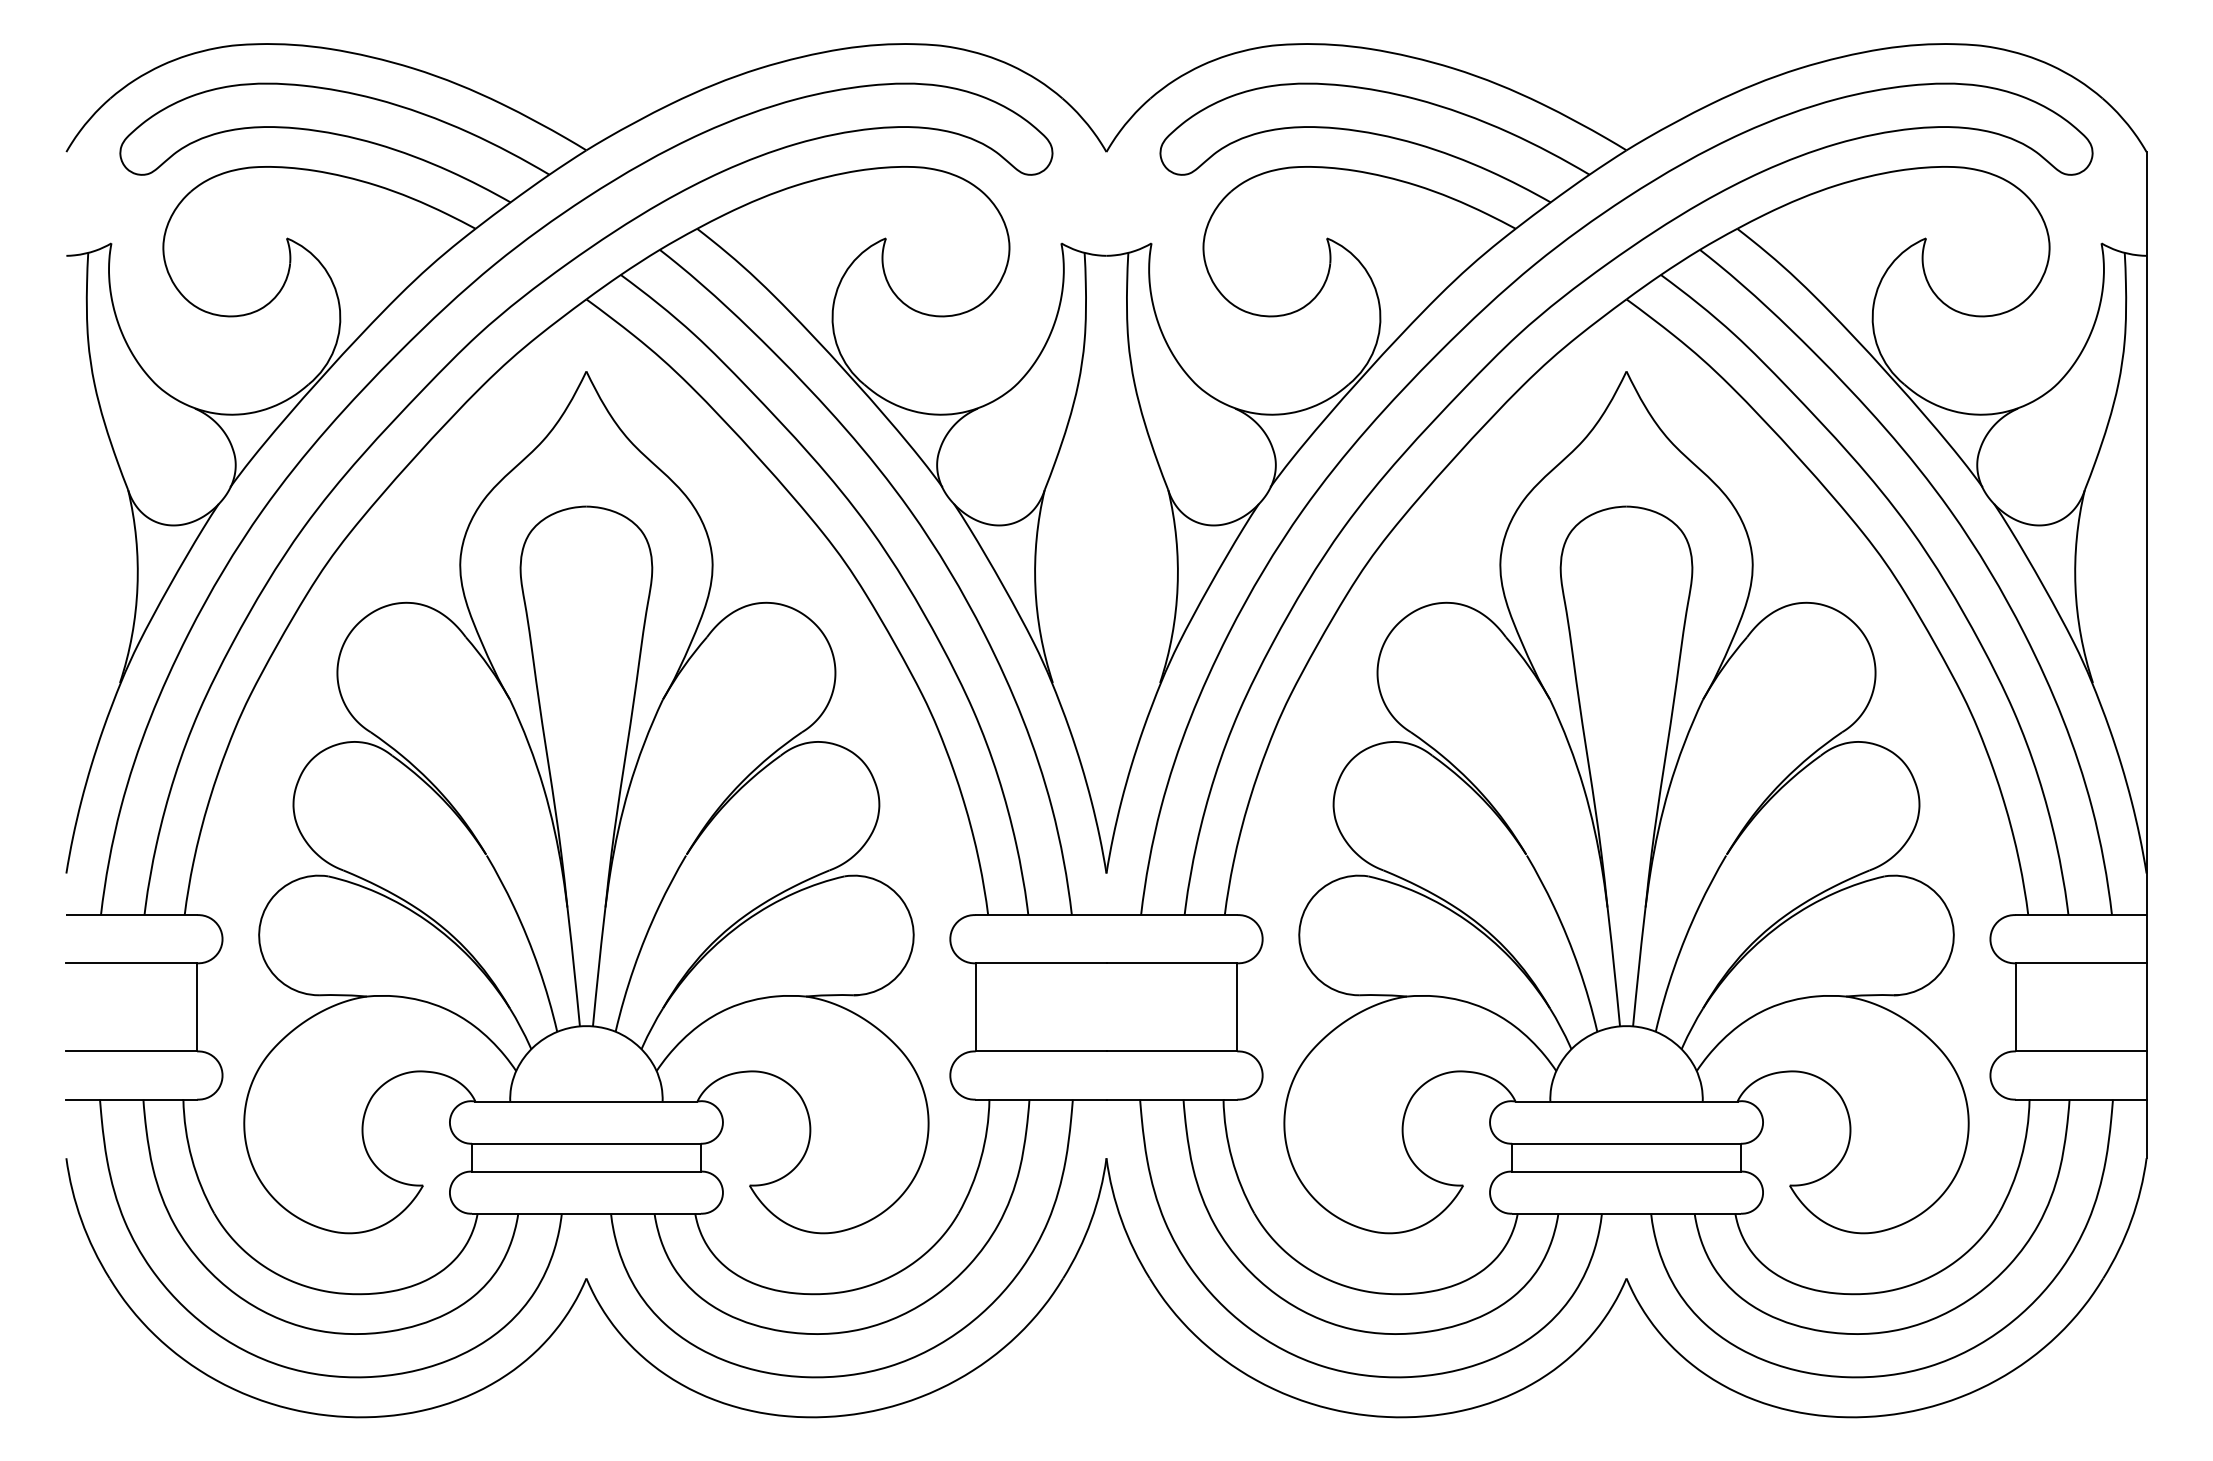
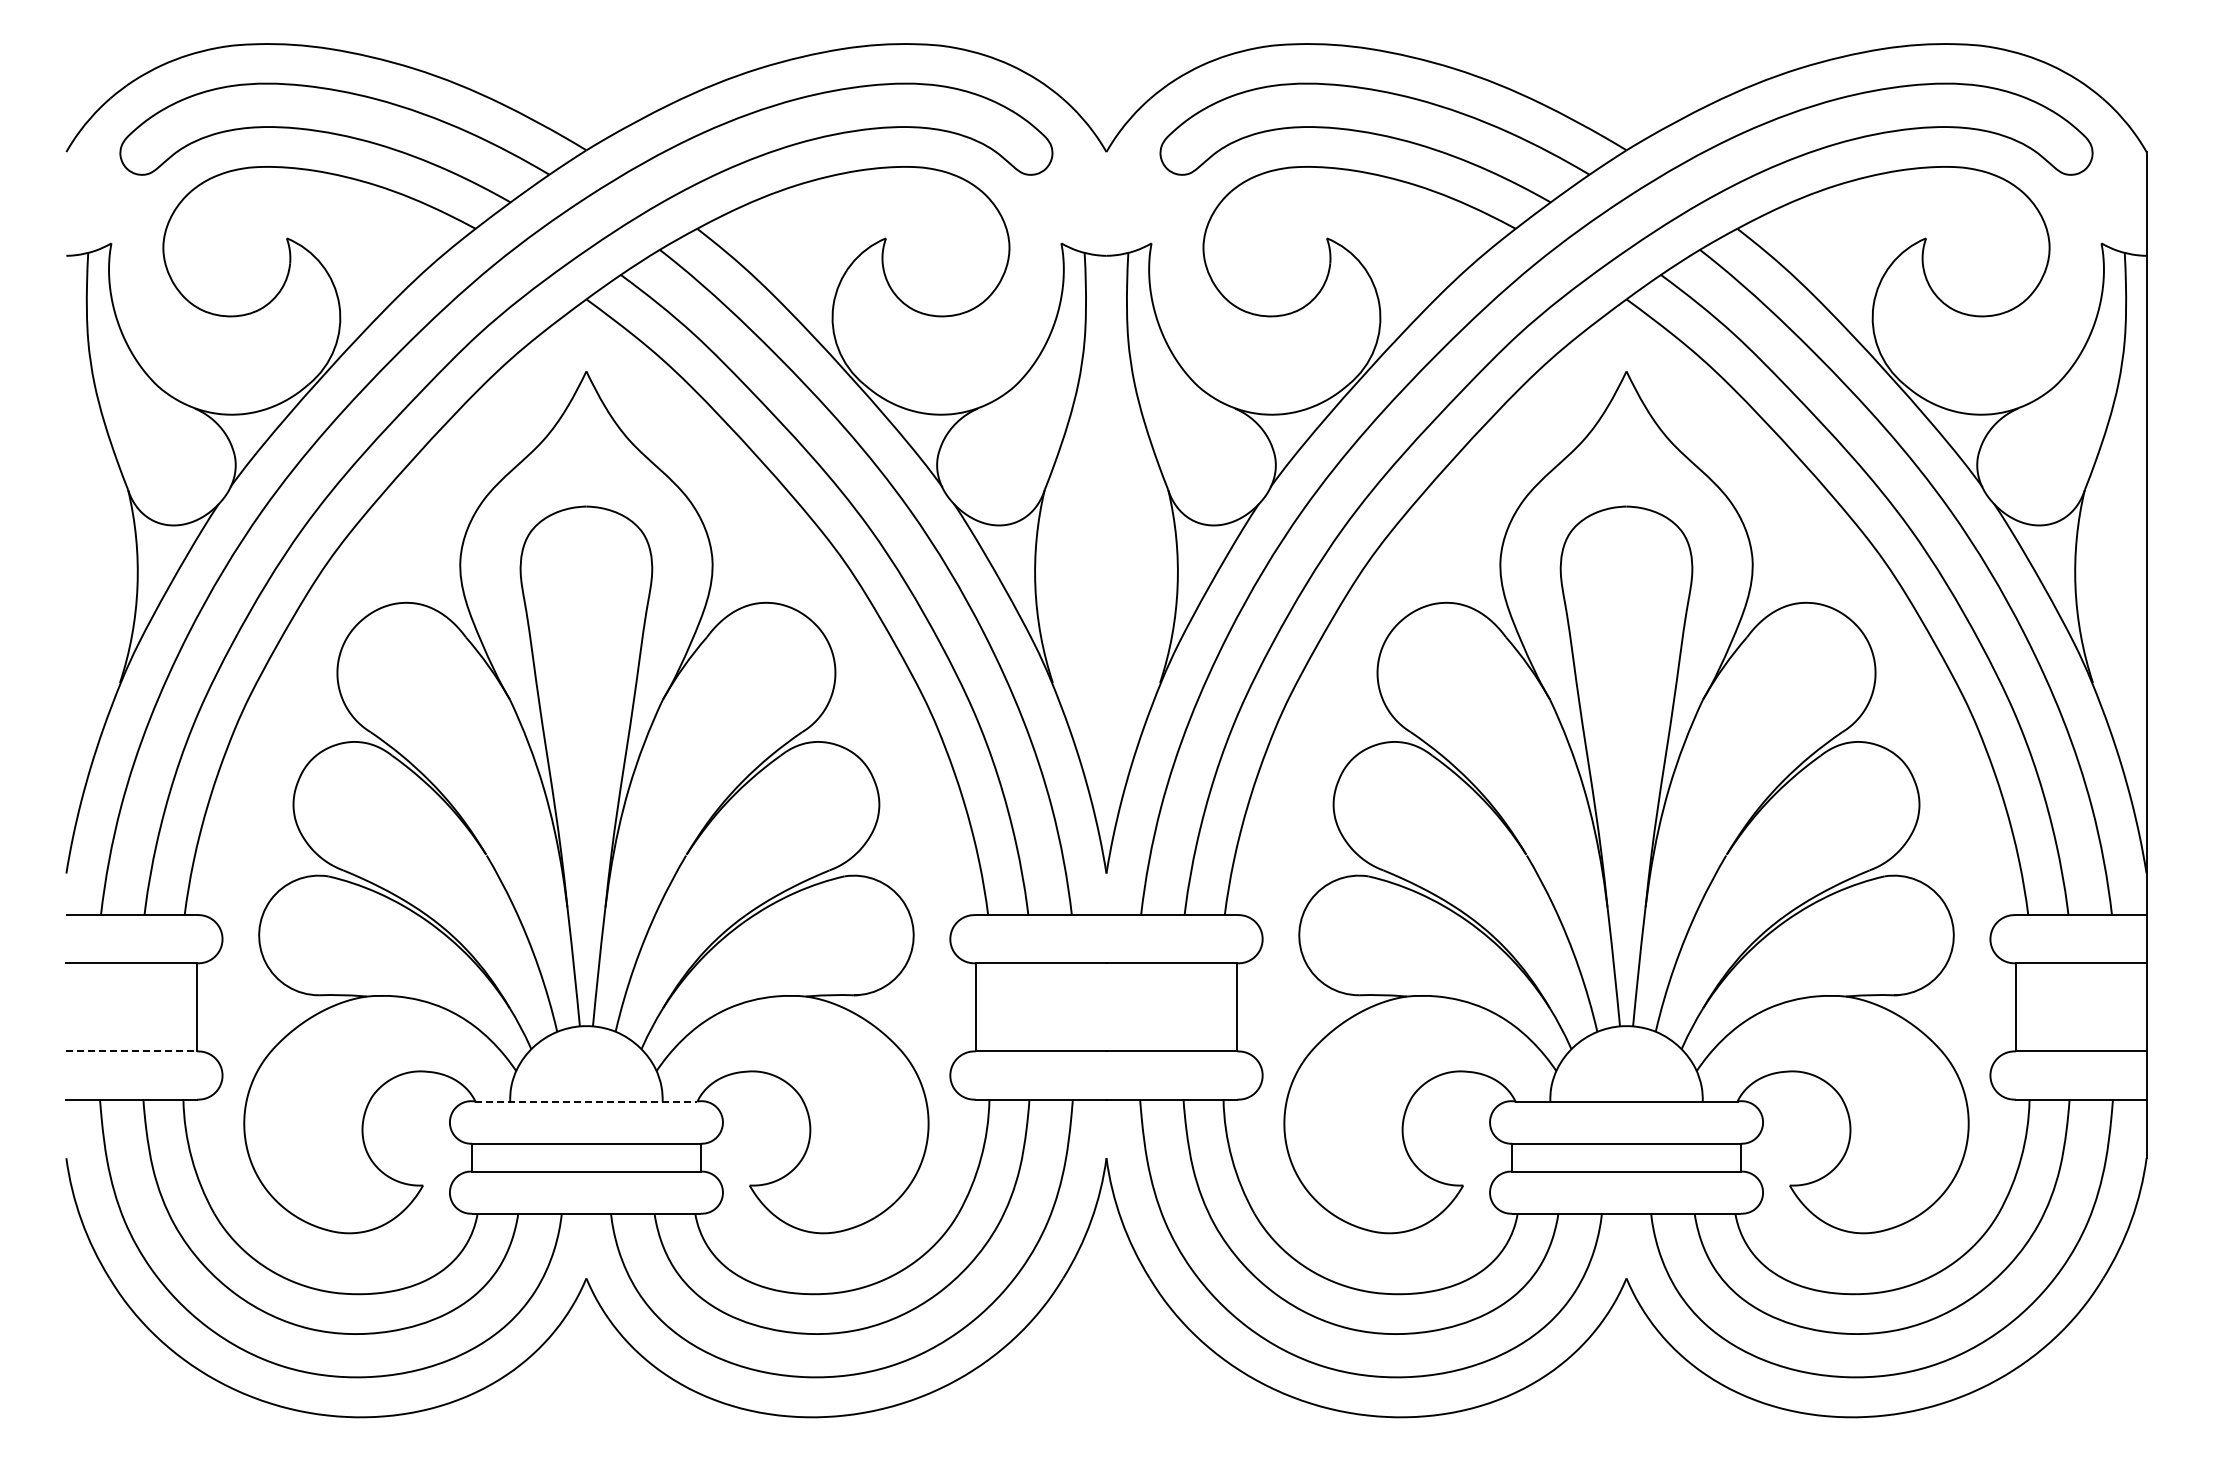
line at (132, 1051): solid -> dashed
line at (586, 1101): solid -> dashed
